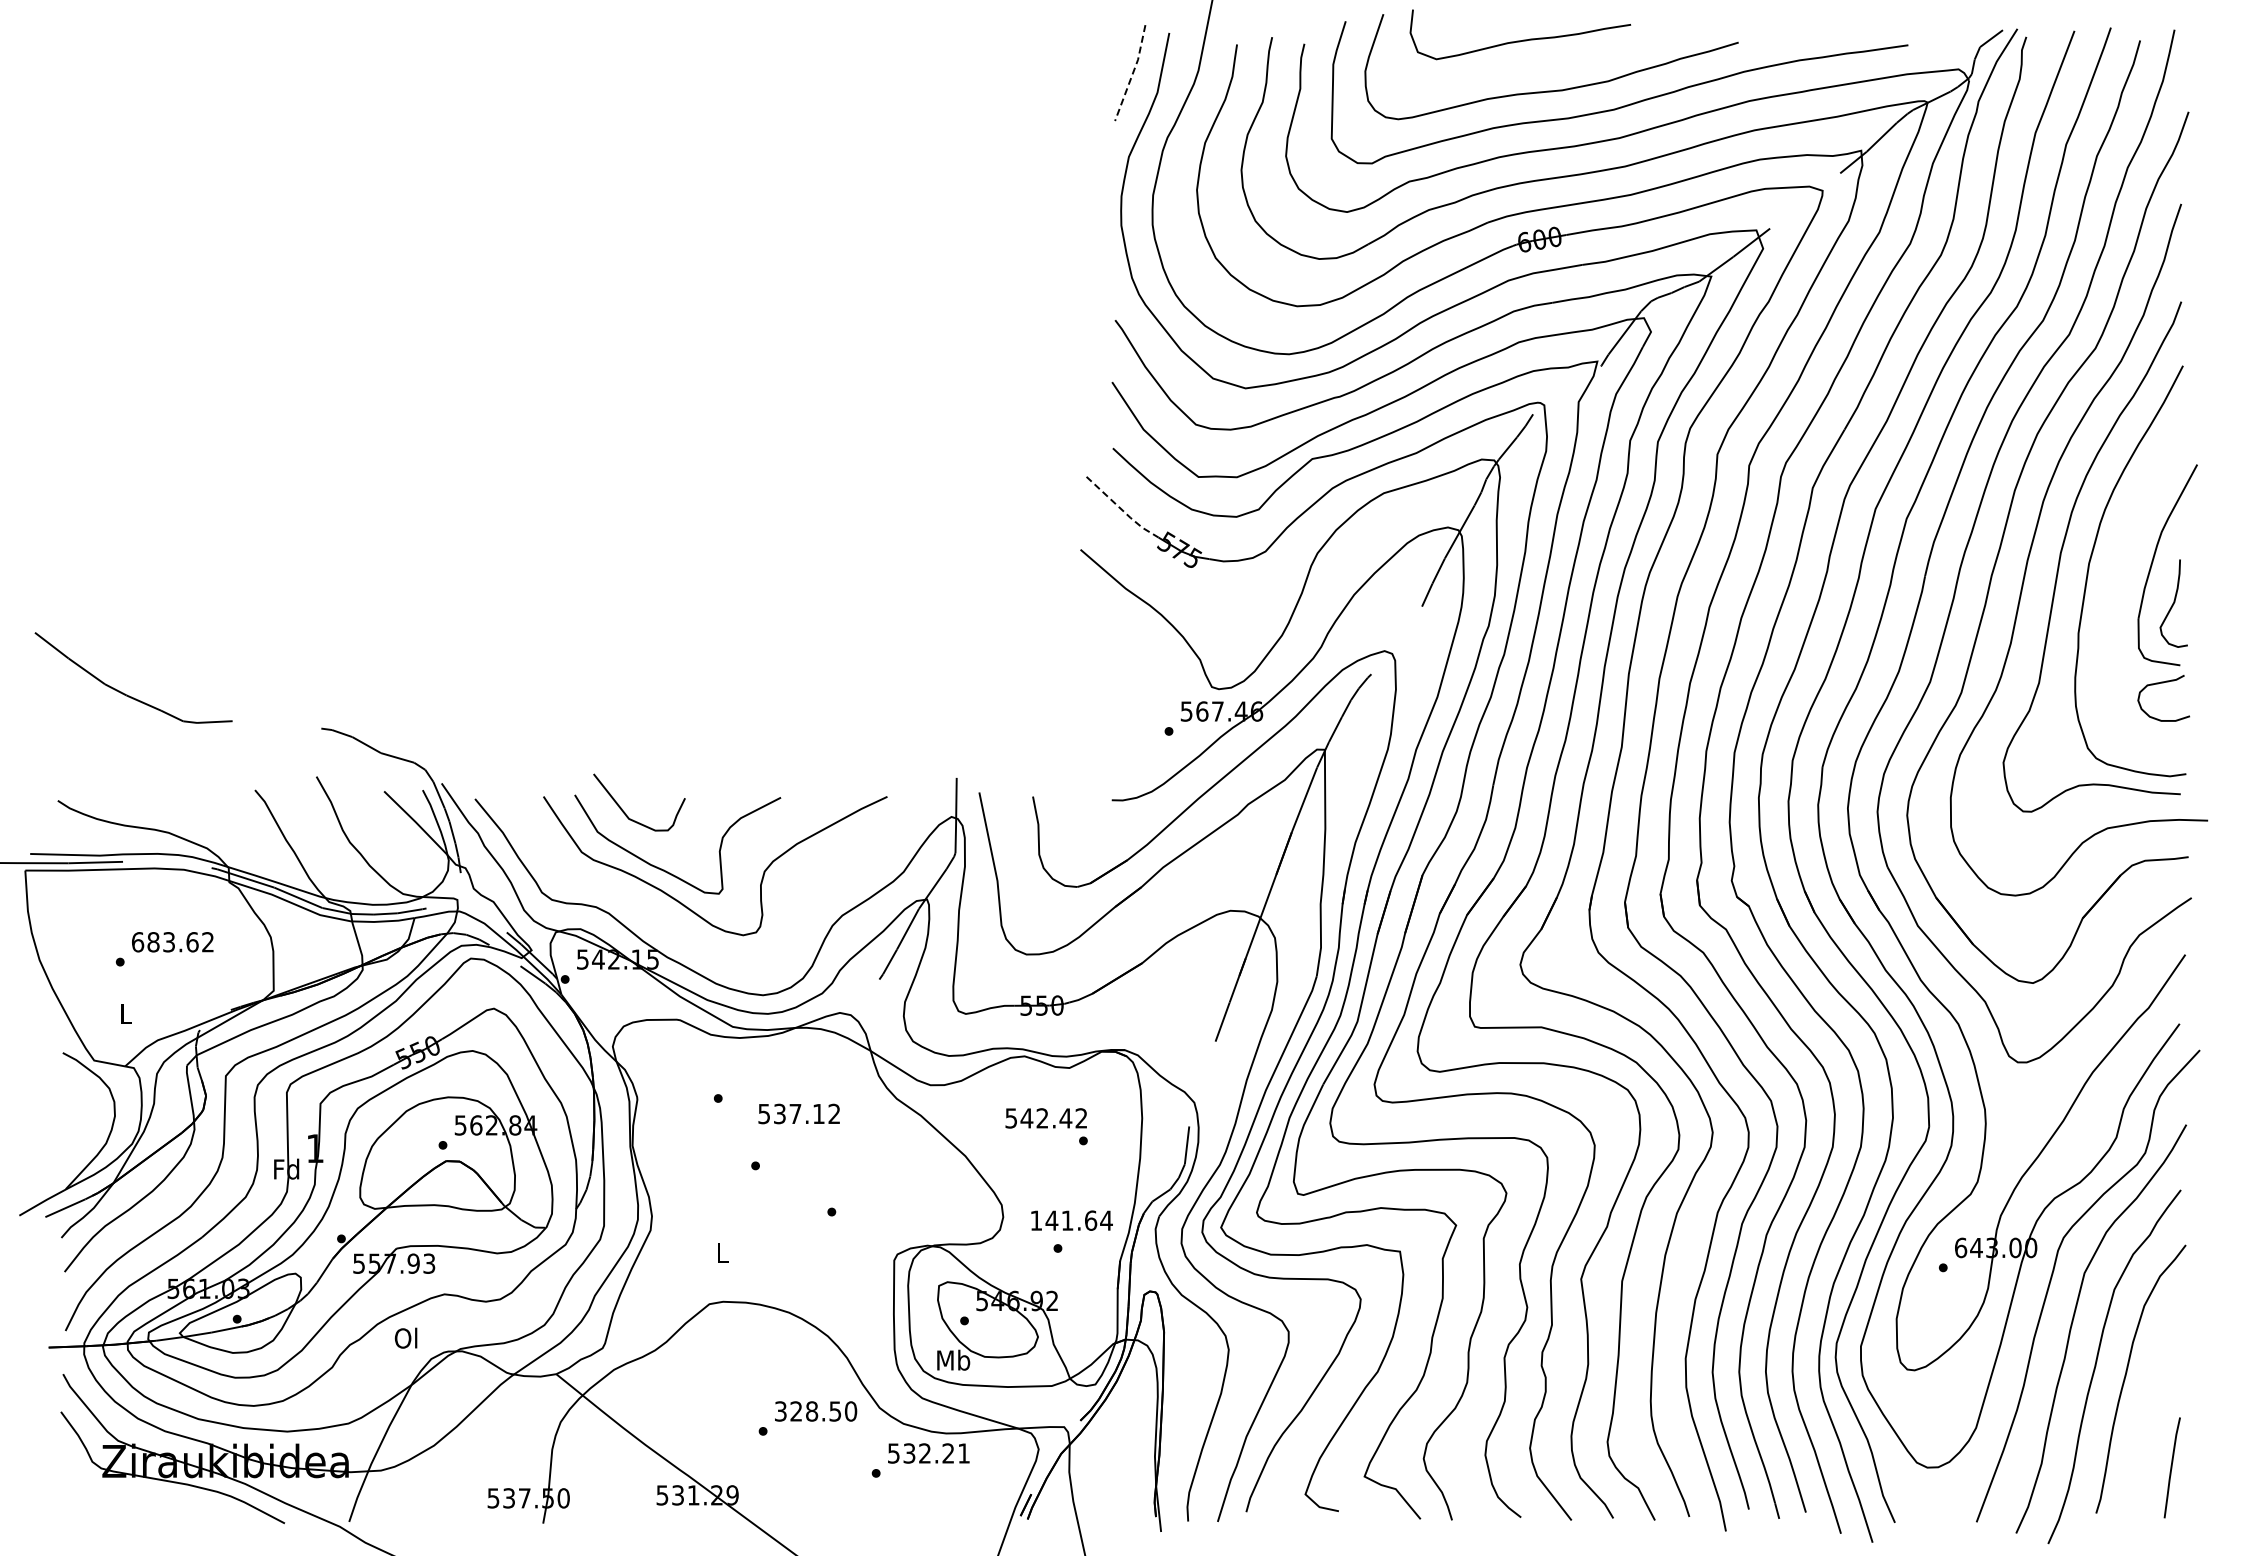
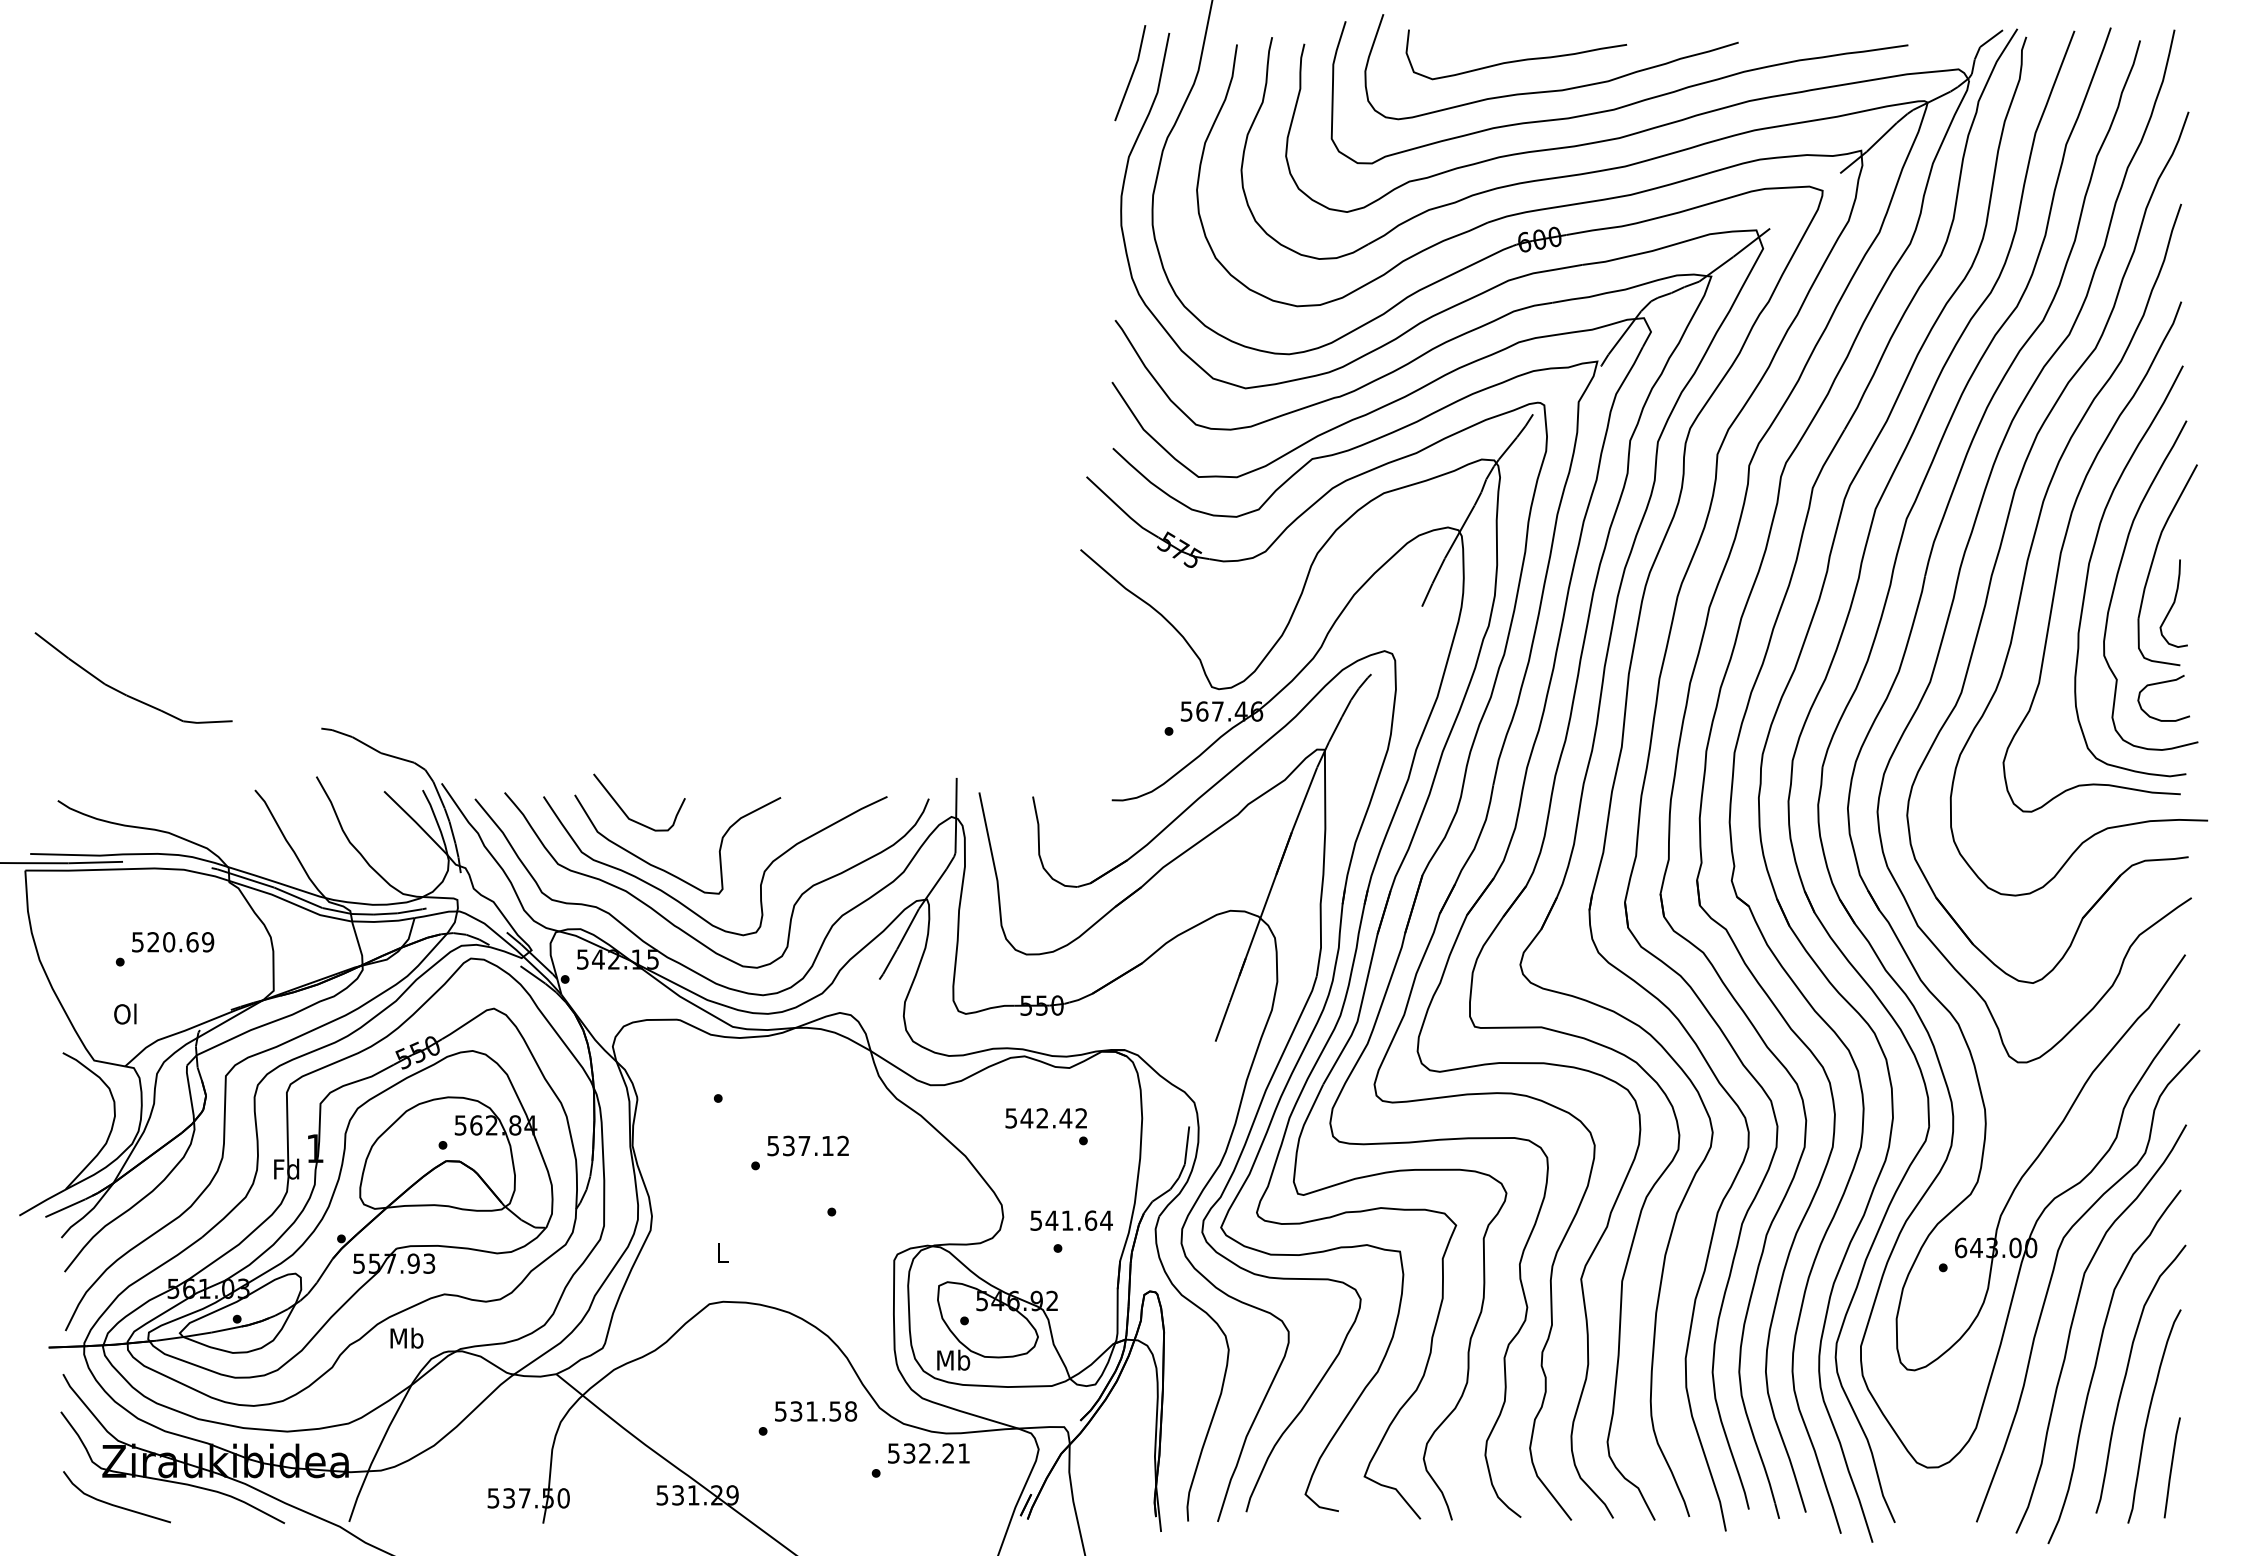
curve at (1523, 39) position: (1523, 39) -> (1519, 59)
line at (1132, 73): dashed -> solid
line at (1121, 509): dashed -> solid
curve at (2117, 579): none -> present
curve at (684, 930): none -> present
text at (173, 942): 683.62 -> 520.69
text at (125, 1013): L -> Ol
text at (798, 1113) position: (798, 1113) -> (807, 1145)
text at (1035, 1220): 141.64 -> 541.64
text at (406, 1337): Ol -> Mb
text at (816, 1411): 328.50 -> 531.58
curve at (2149, 1414): none -> present
curve at (114, 1504): none -> present
